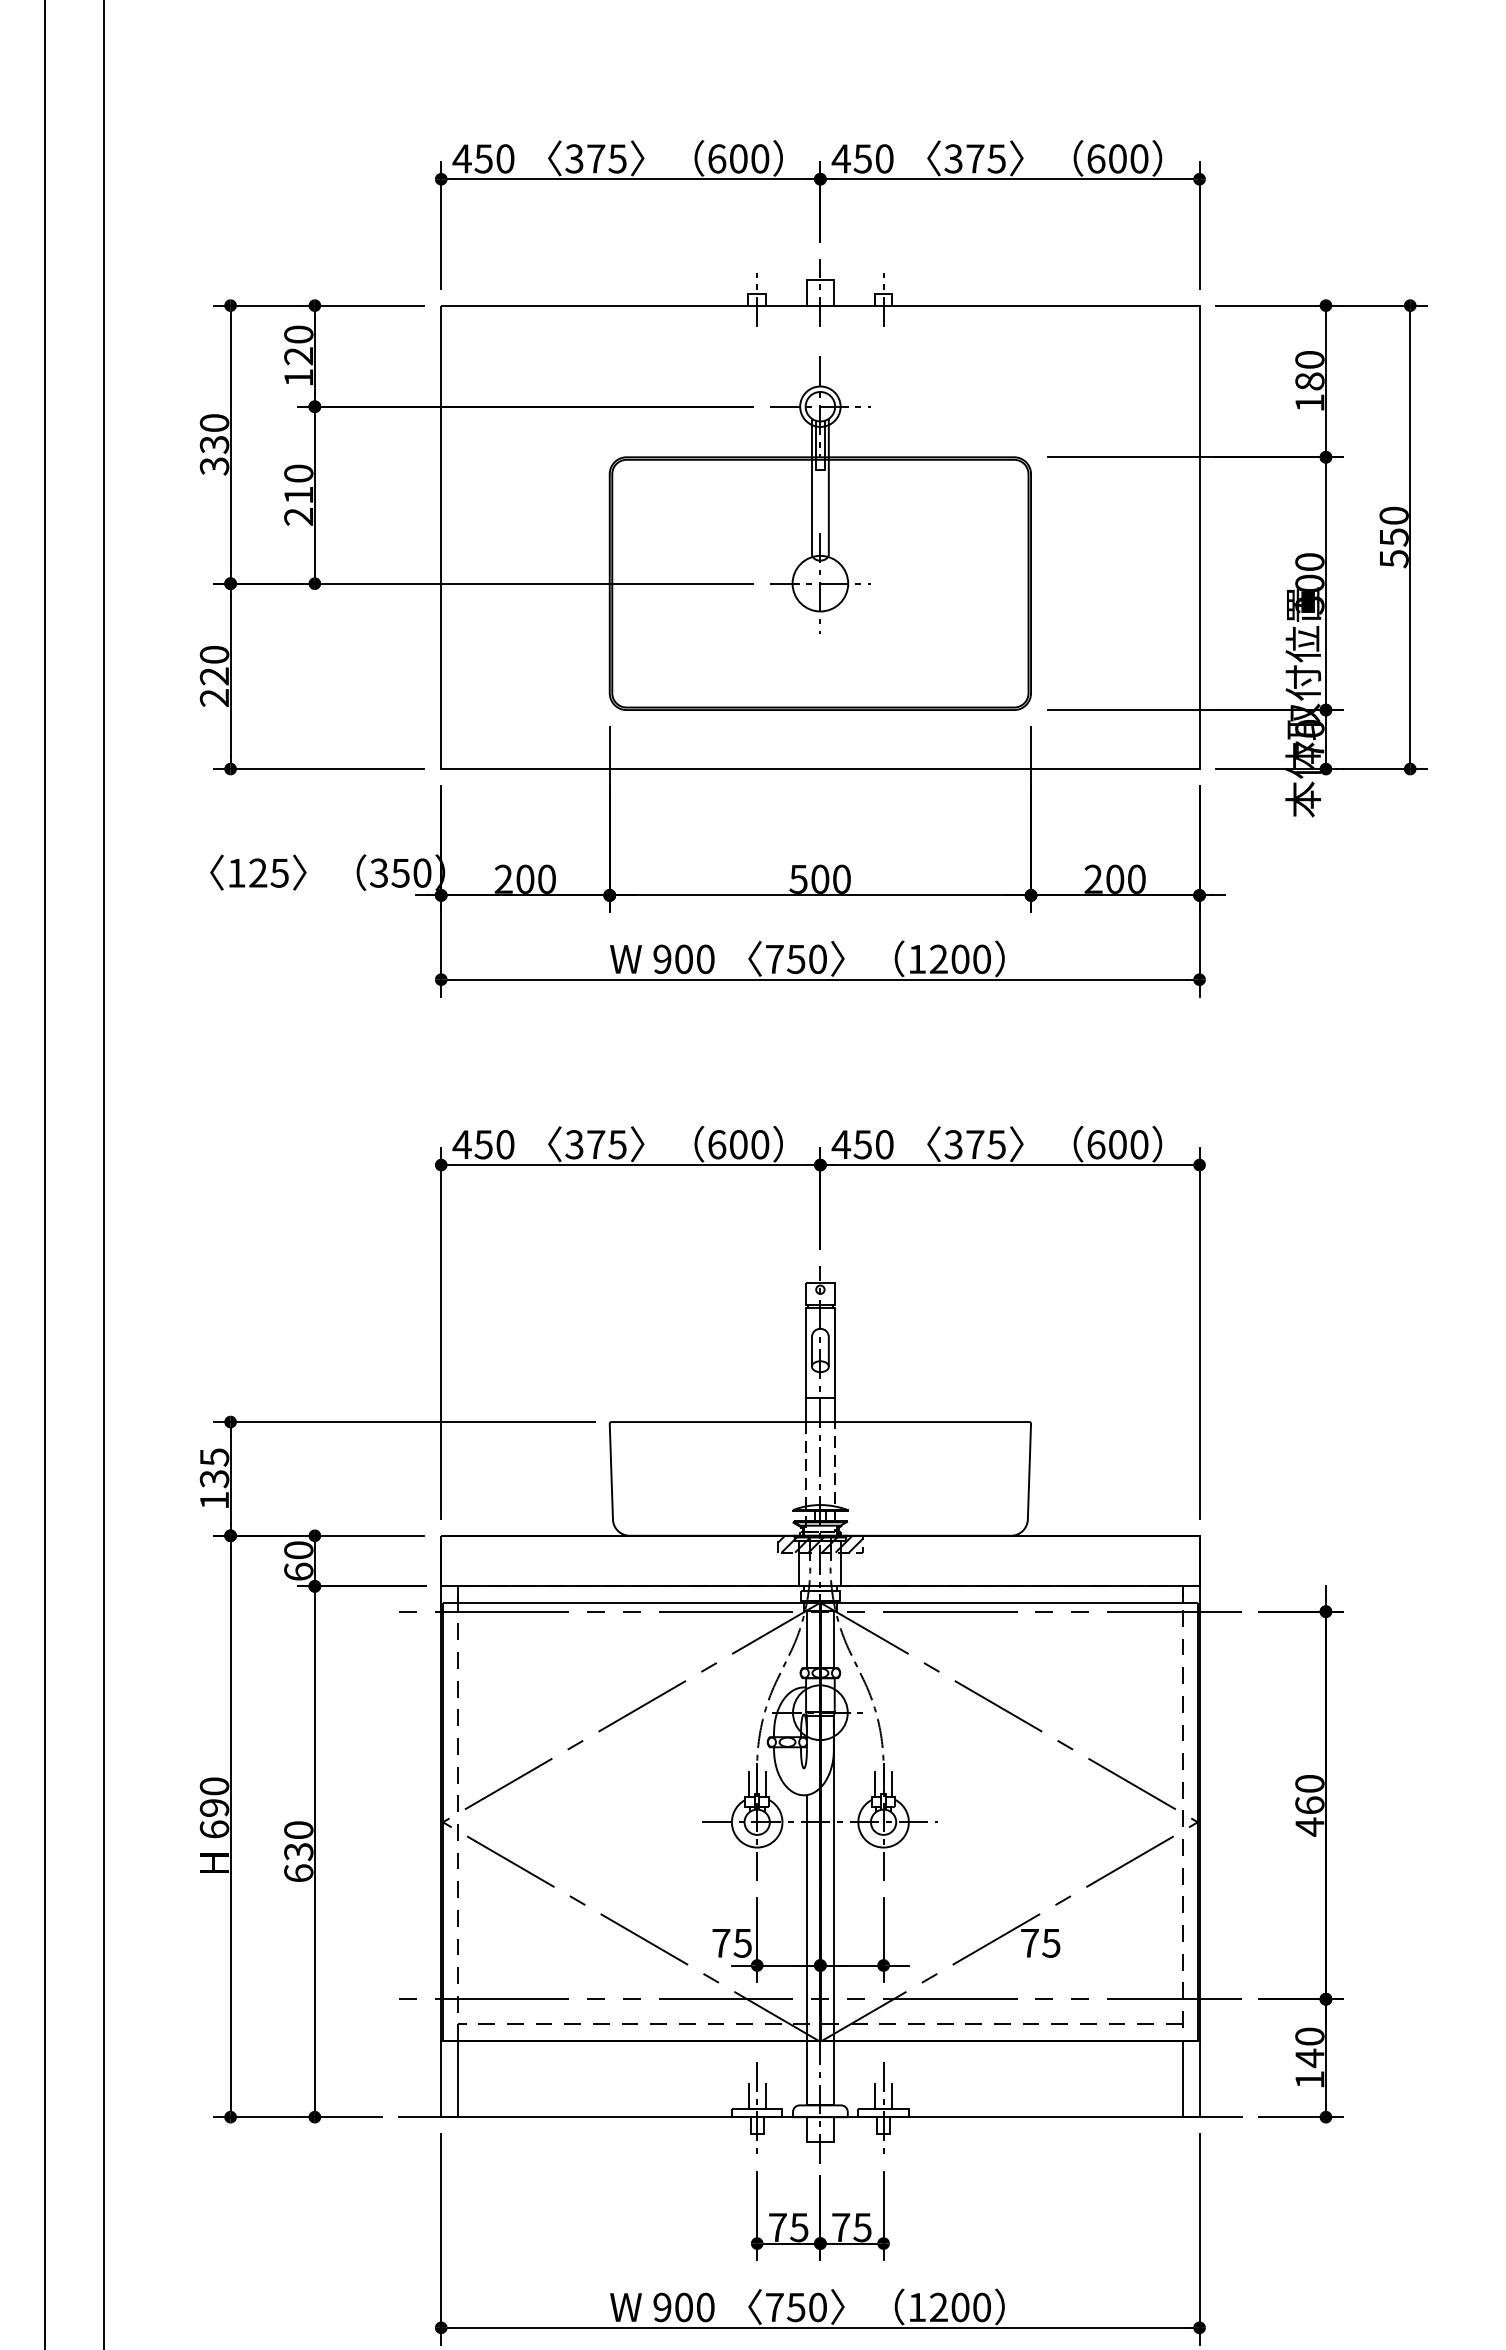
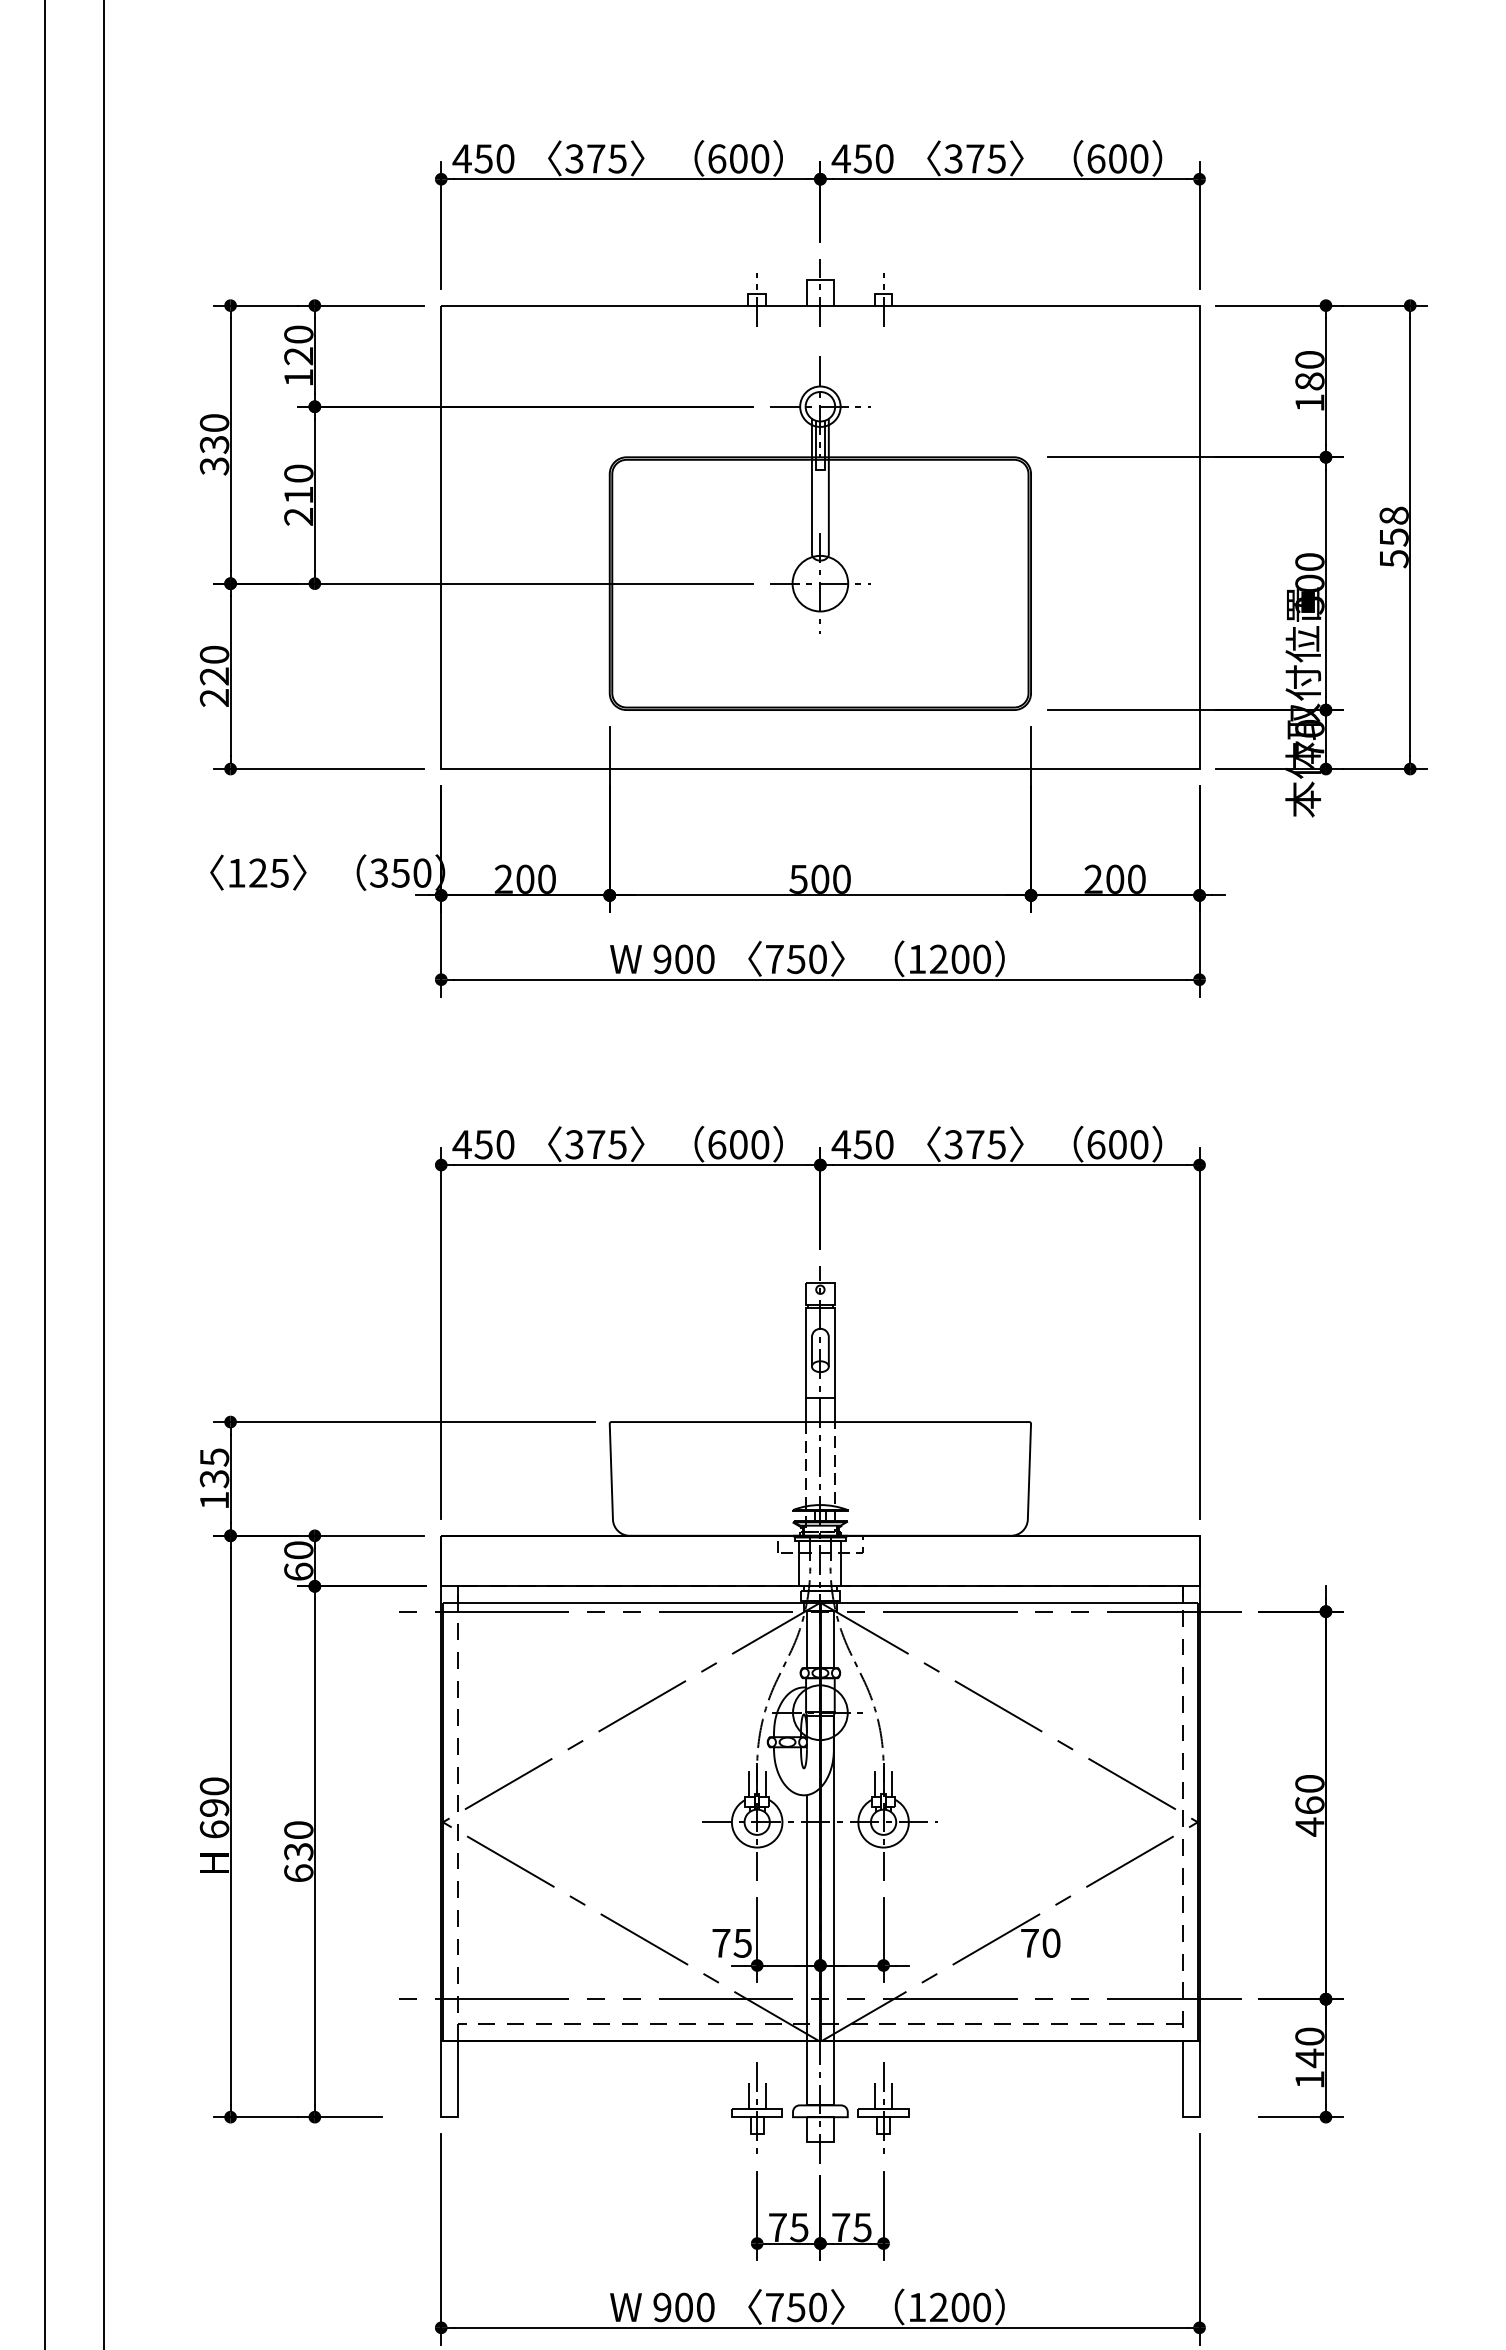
text at (1394, 515): 550 -> 558
hatch at (820, 1543): present -> none
text at (1051, 1942): 75 -> 70
line at (820, 2117): present -> none
